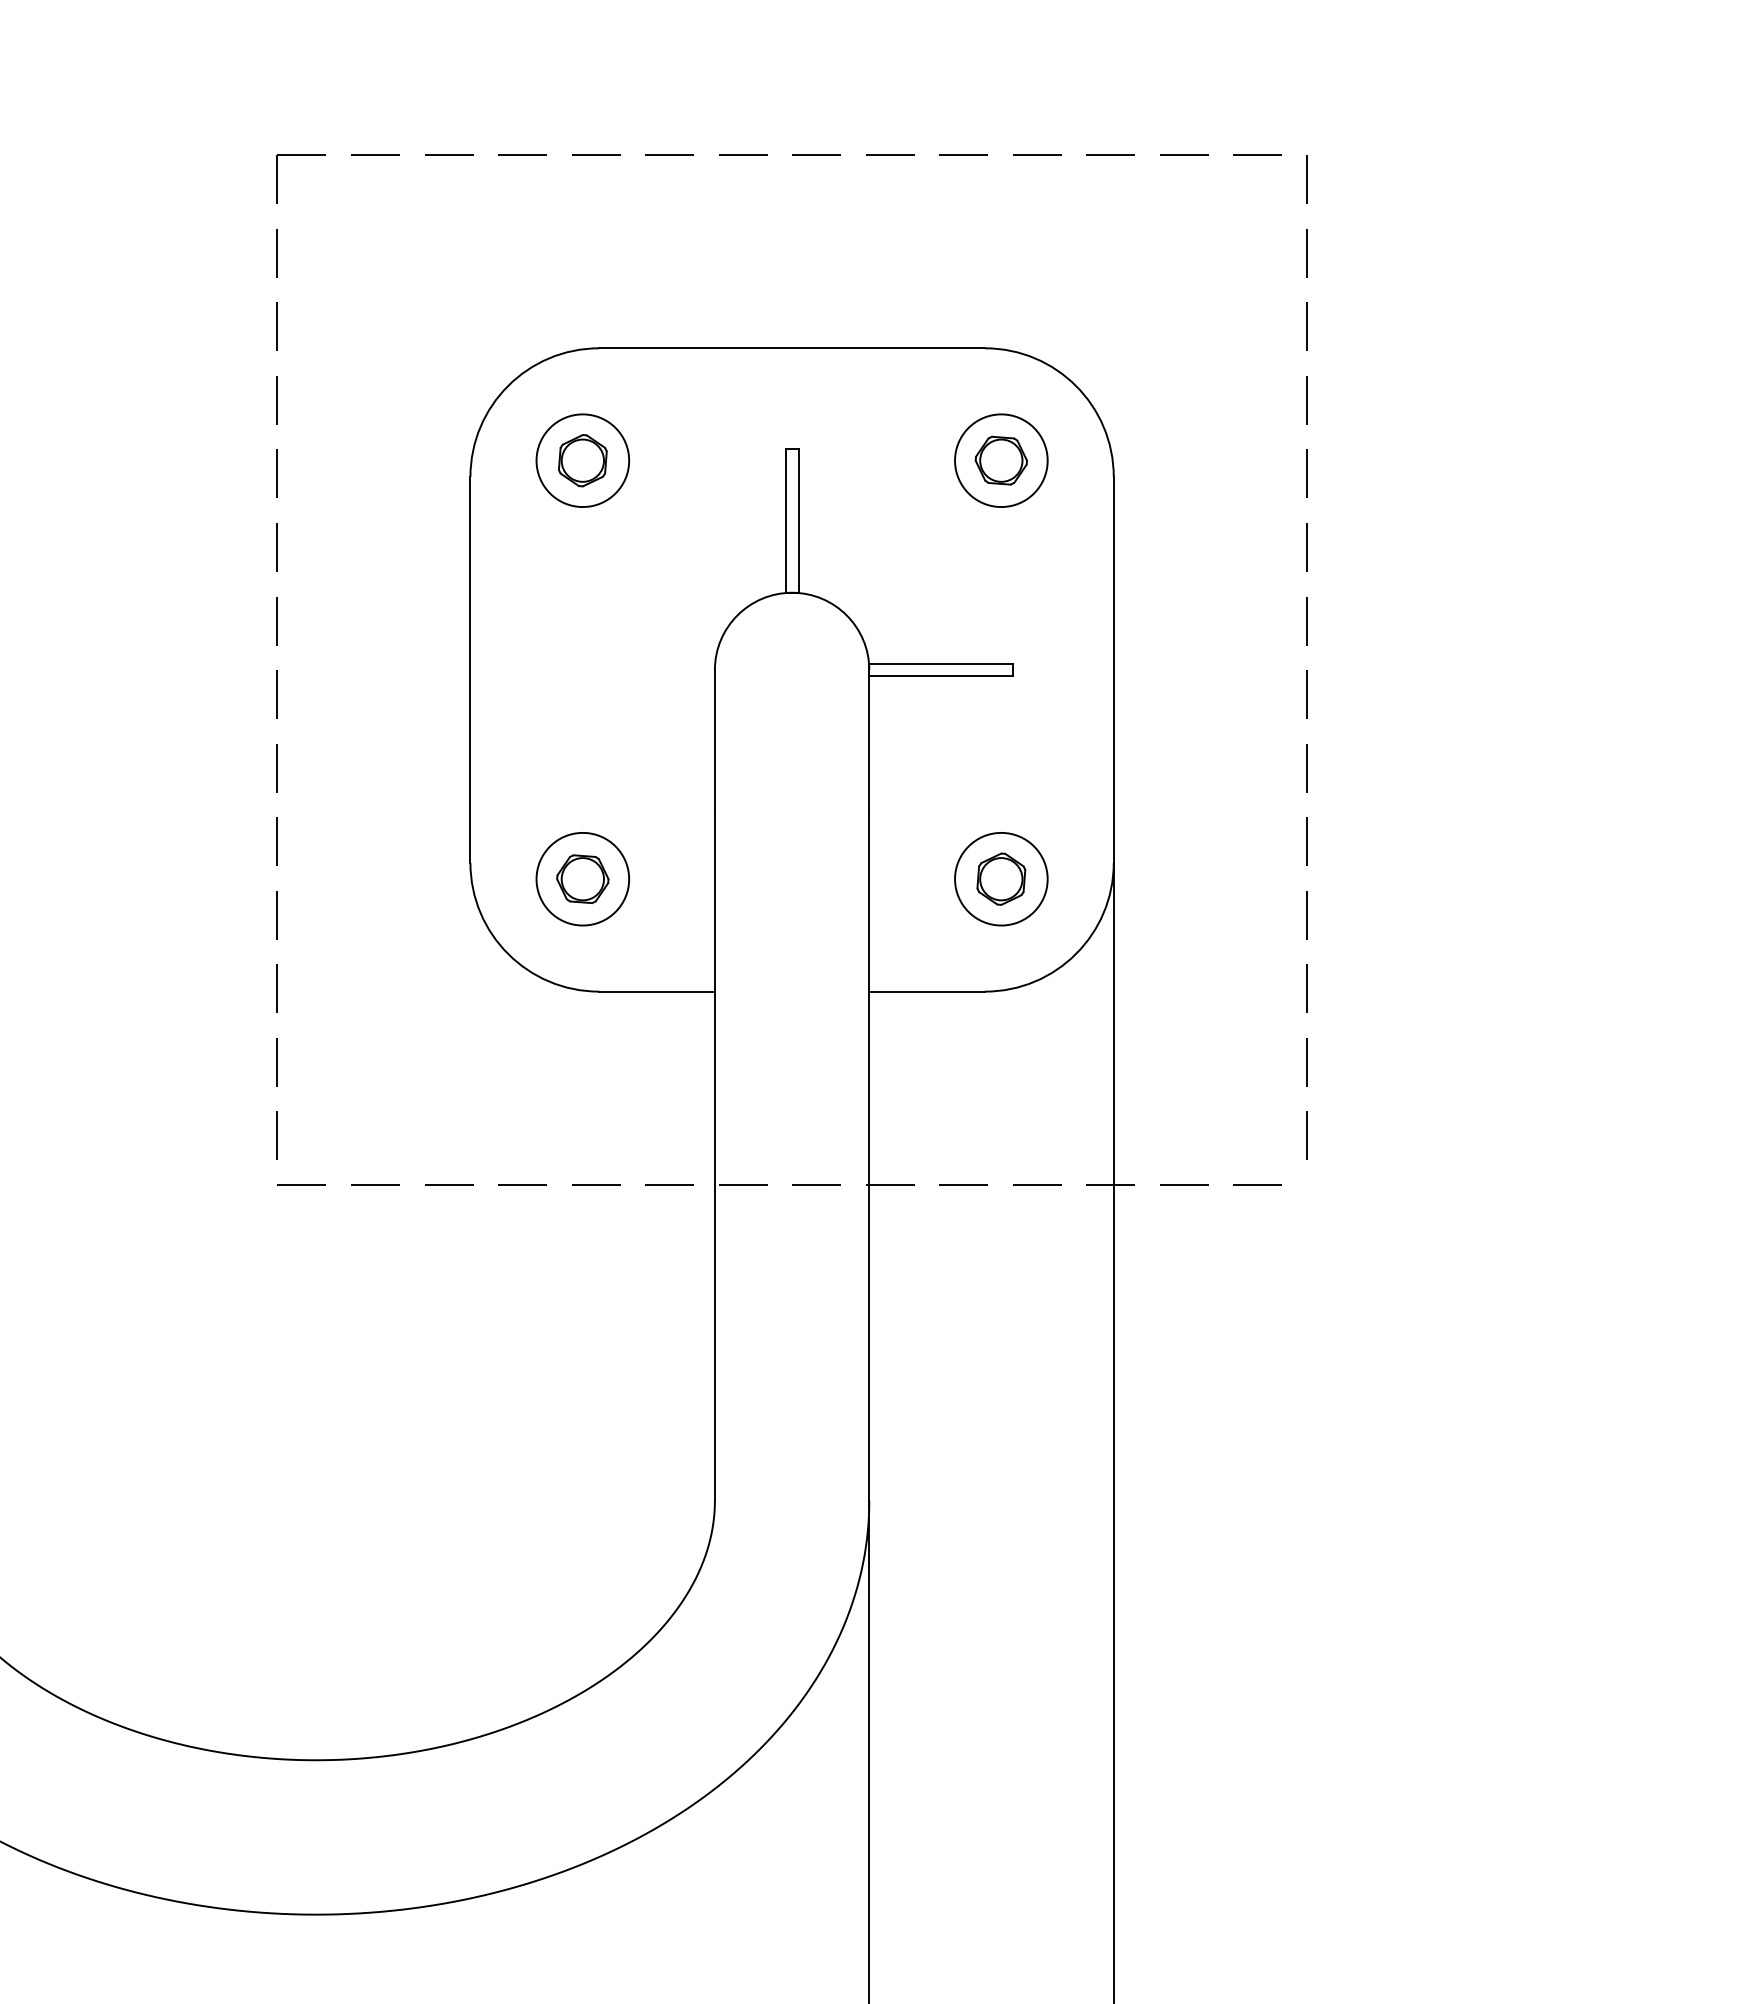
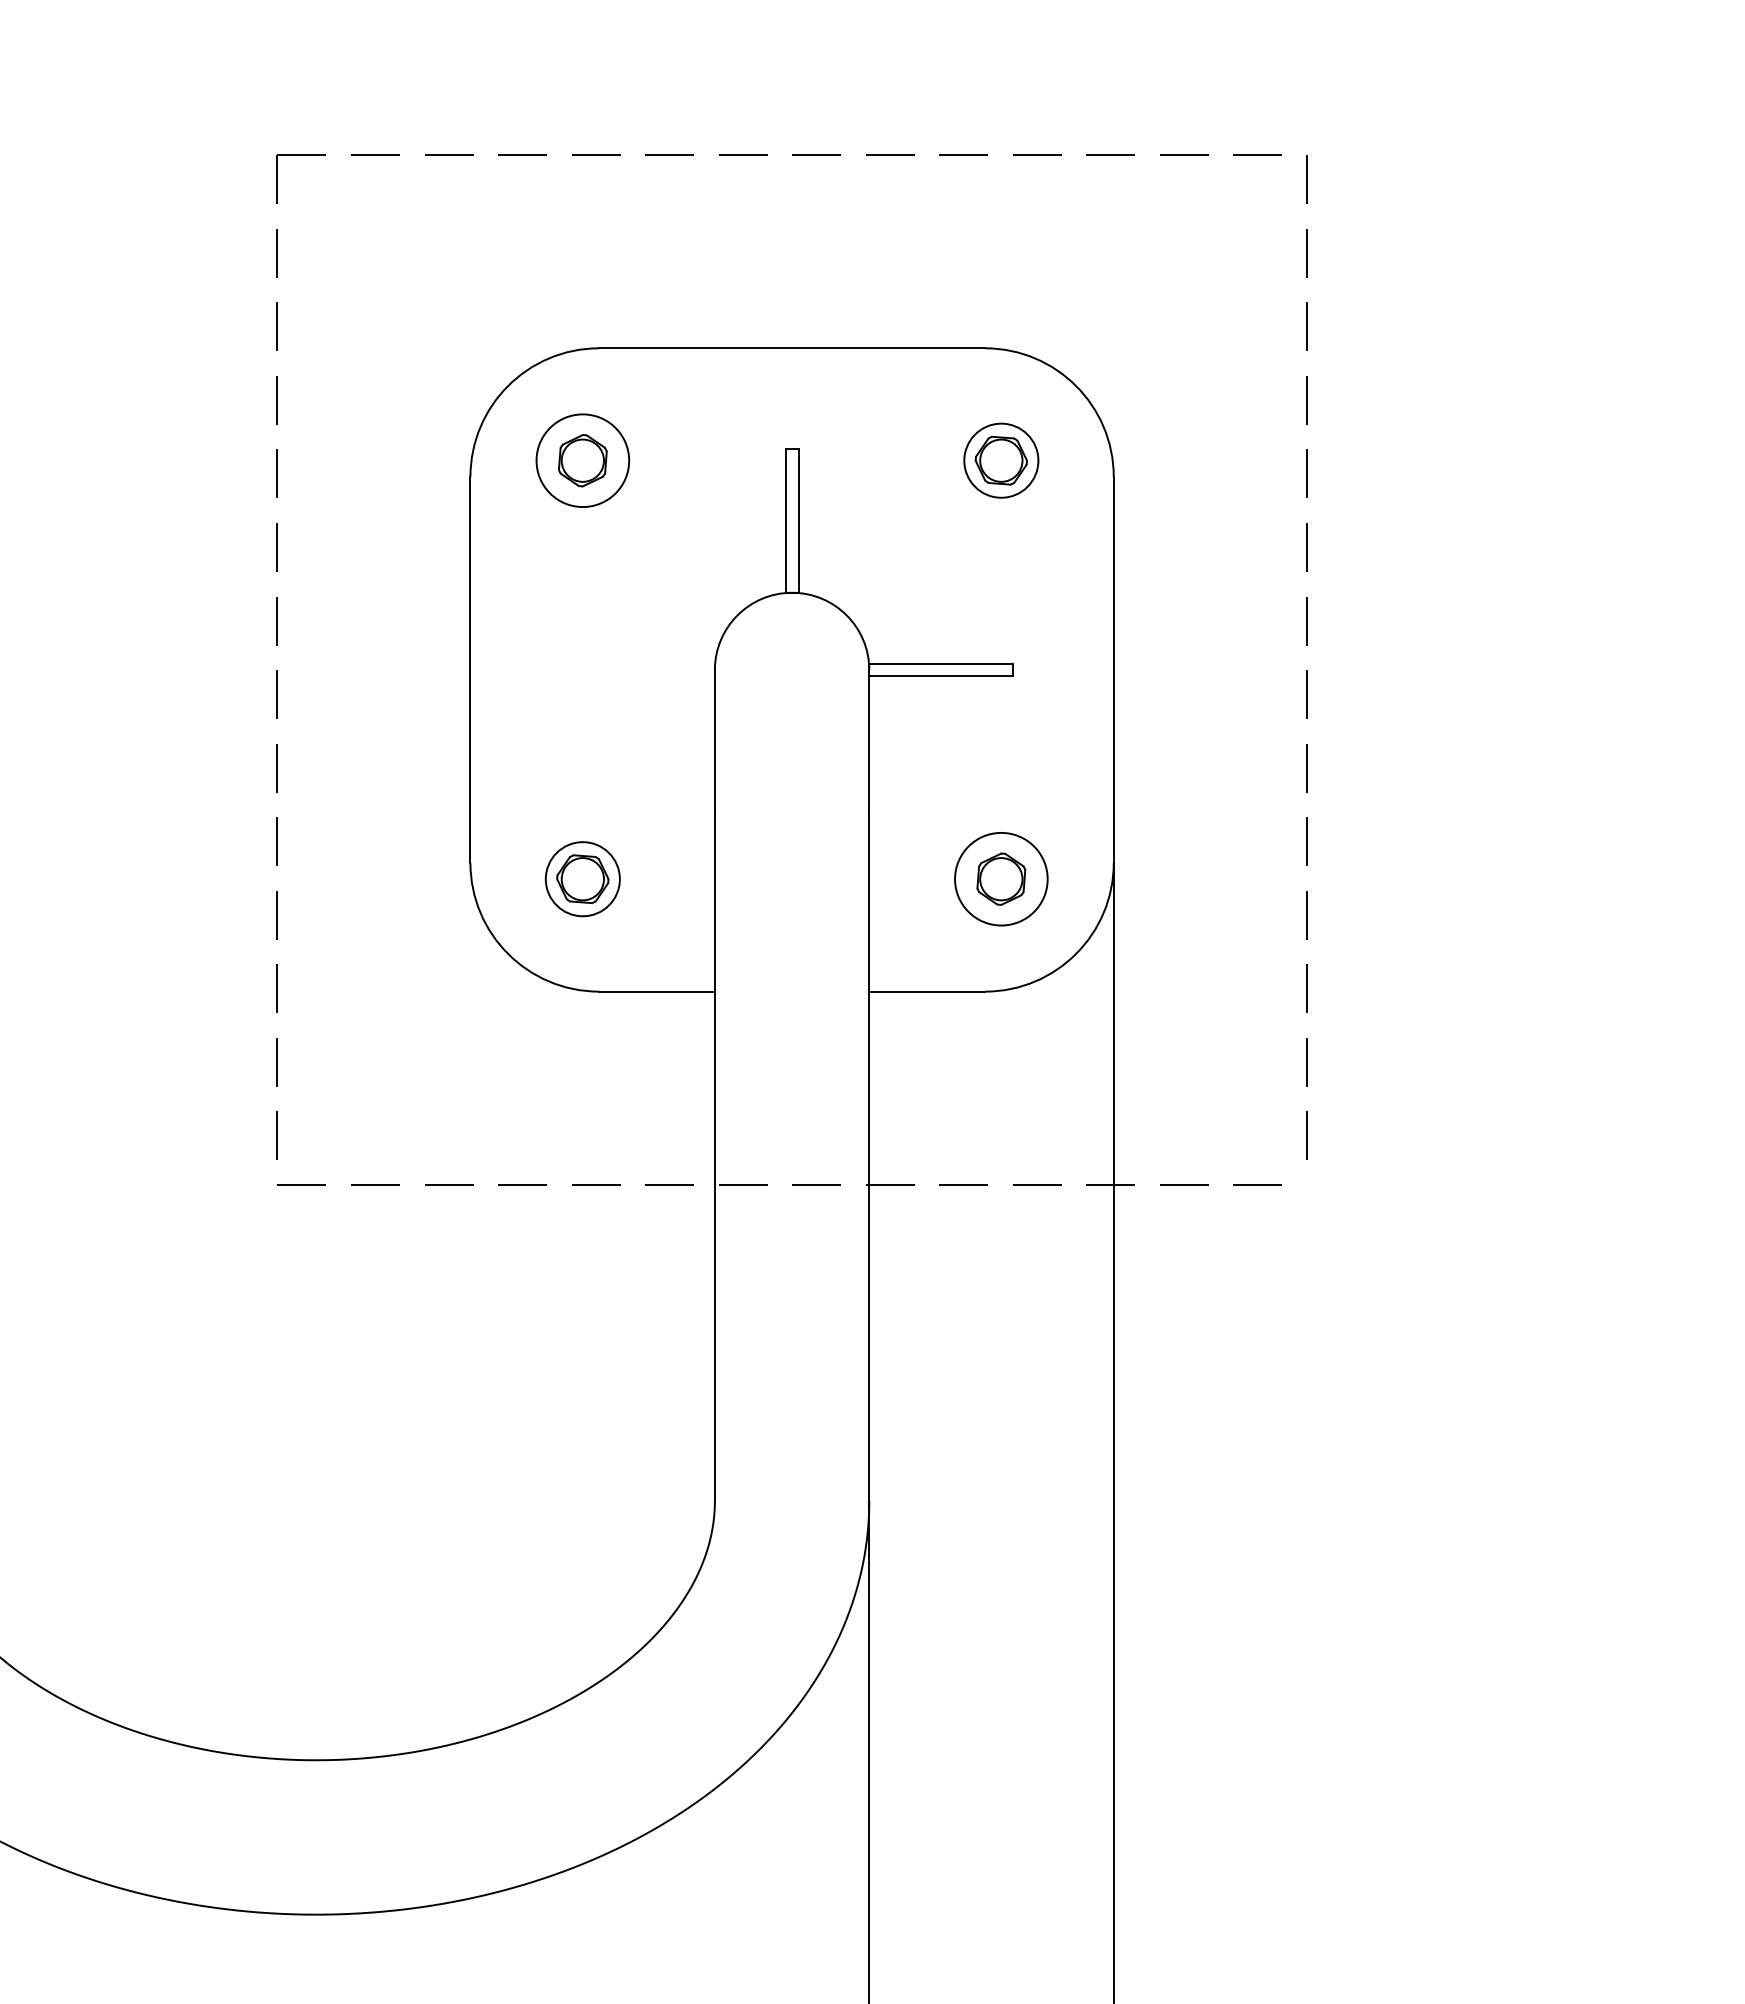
circle at (1001, 460) diameter: 93 px -> 74 px
circle at (582, 878) diameter: 93 px -> 74 px
